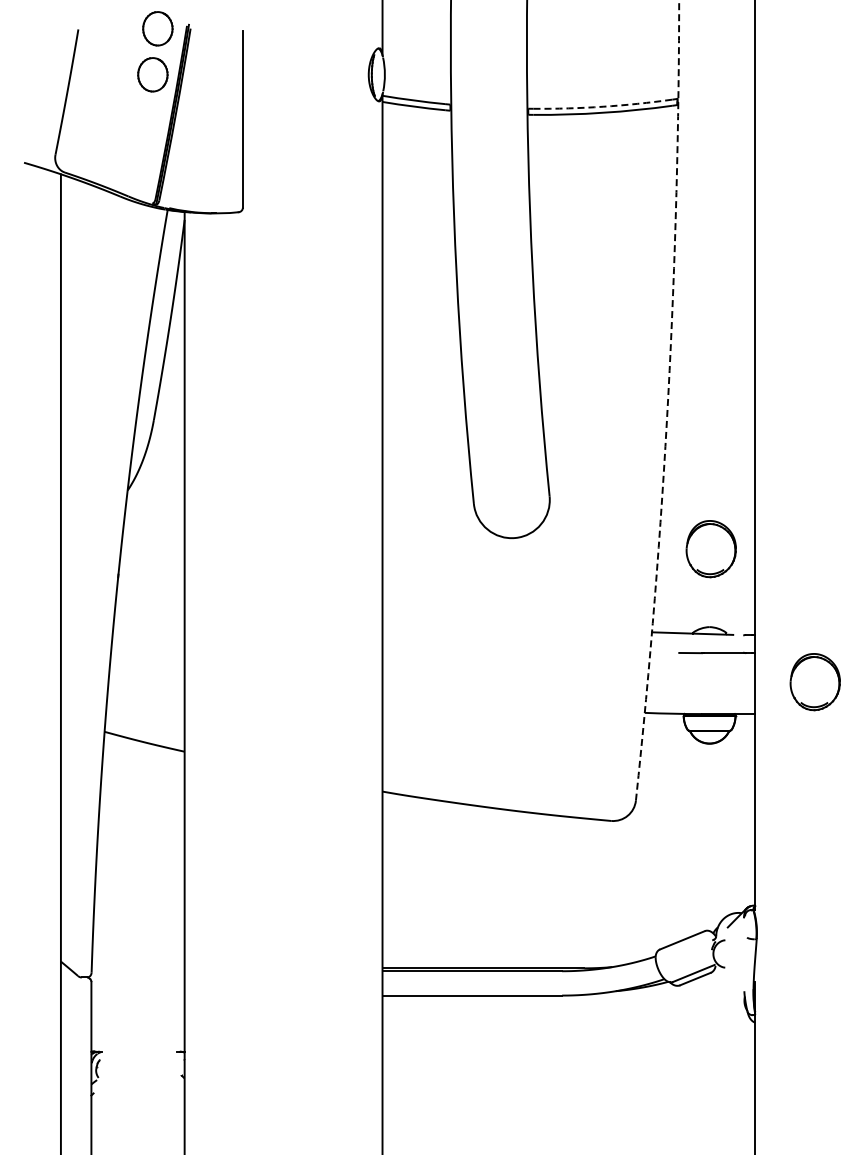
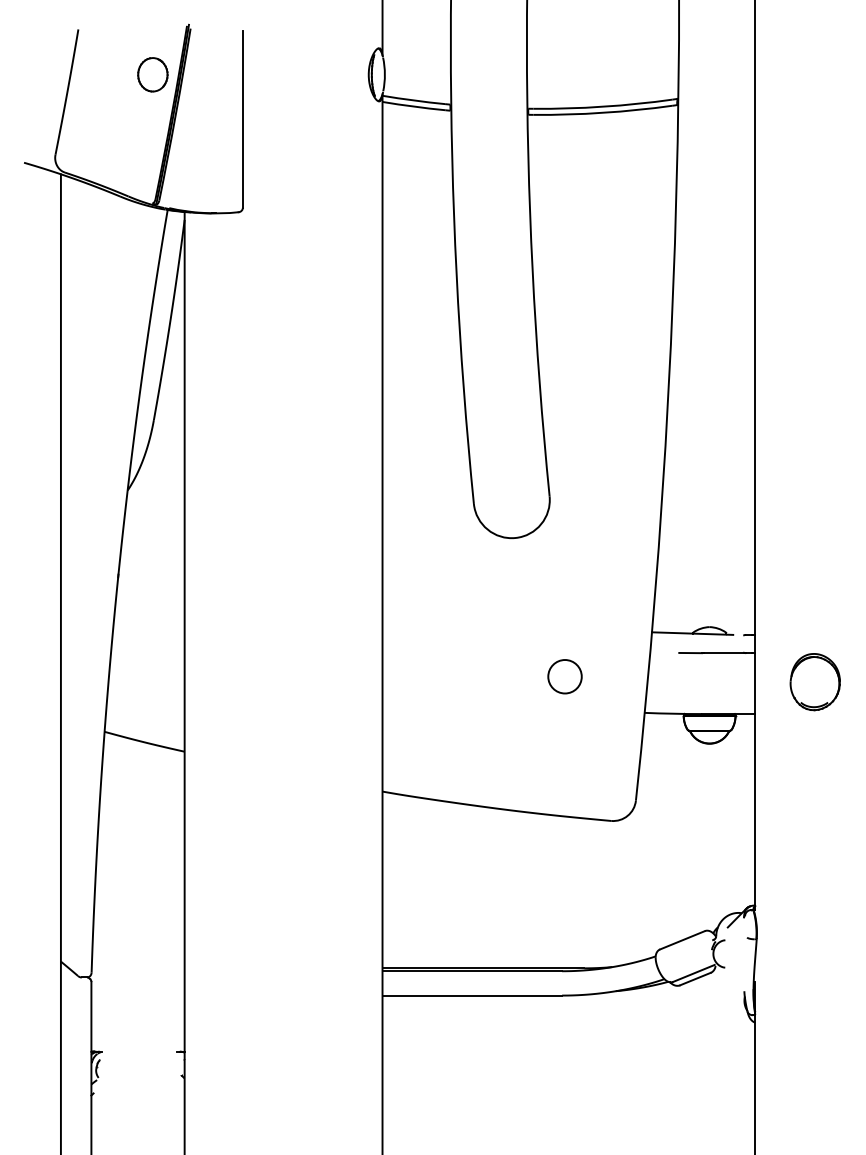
part at (157, 28): present -> none
arc at (603, 106): dashed -> solid
arc at (668, 400): dashed -> solid
part at (710, 549): present -> none
circle at (564, 676): none -> present
